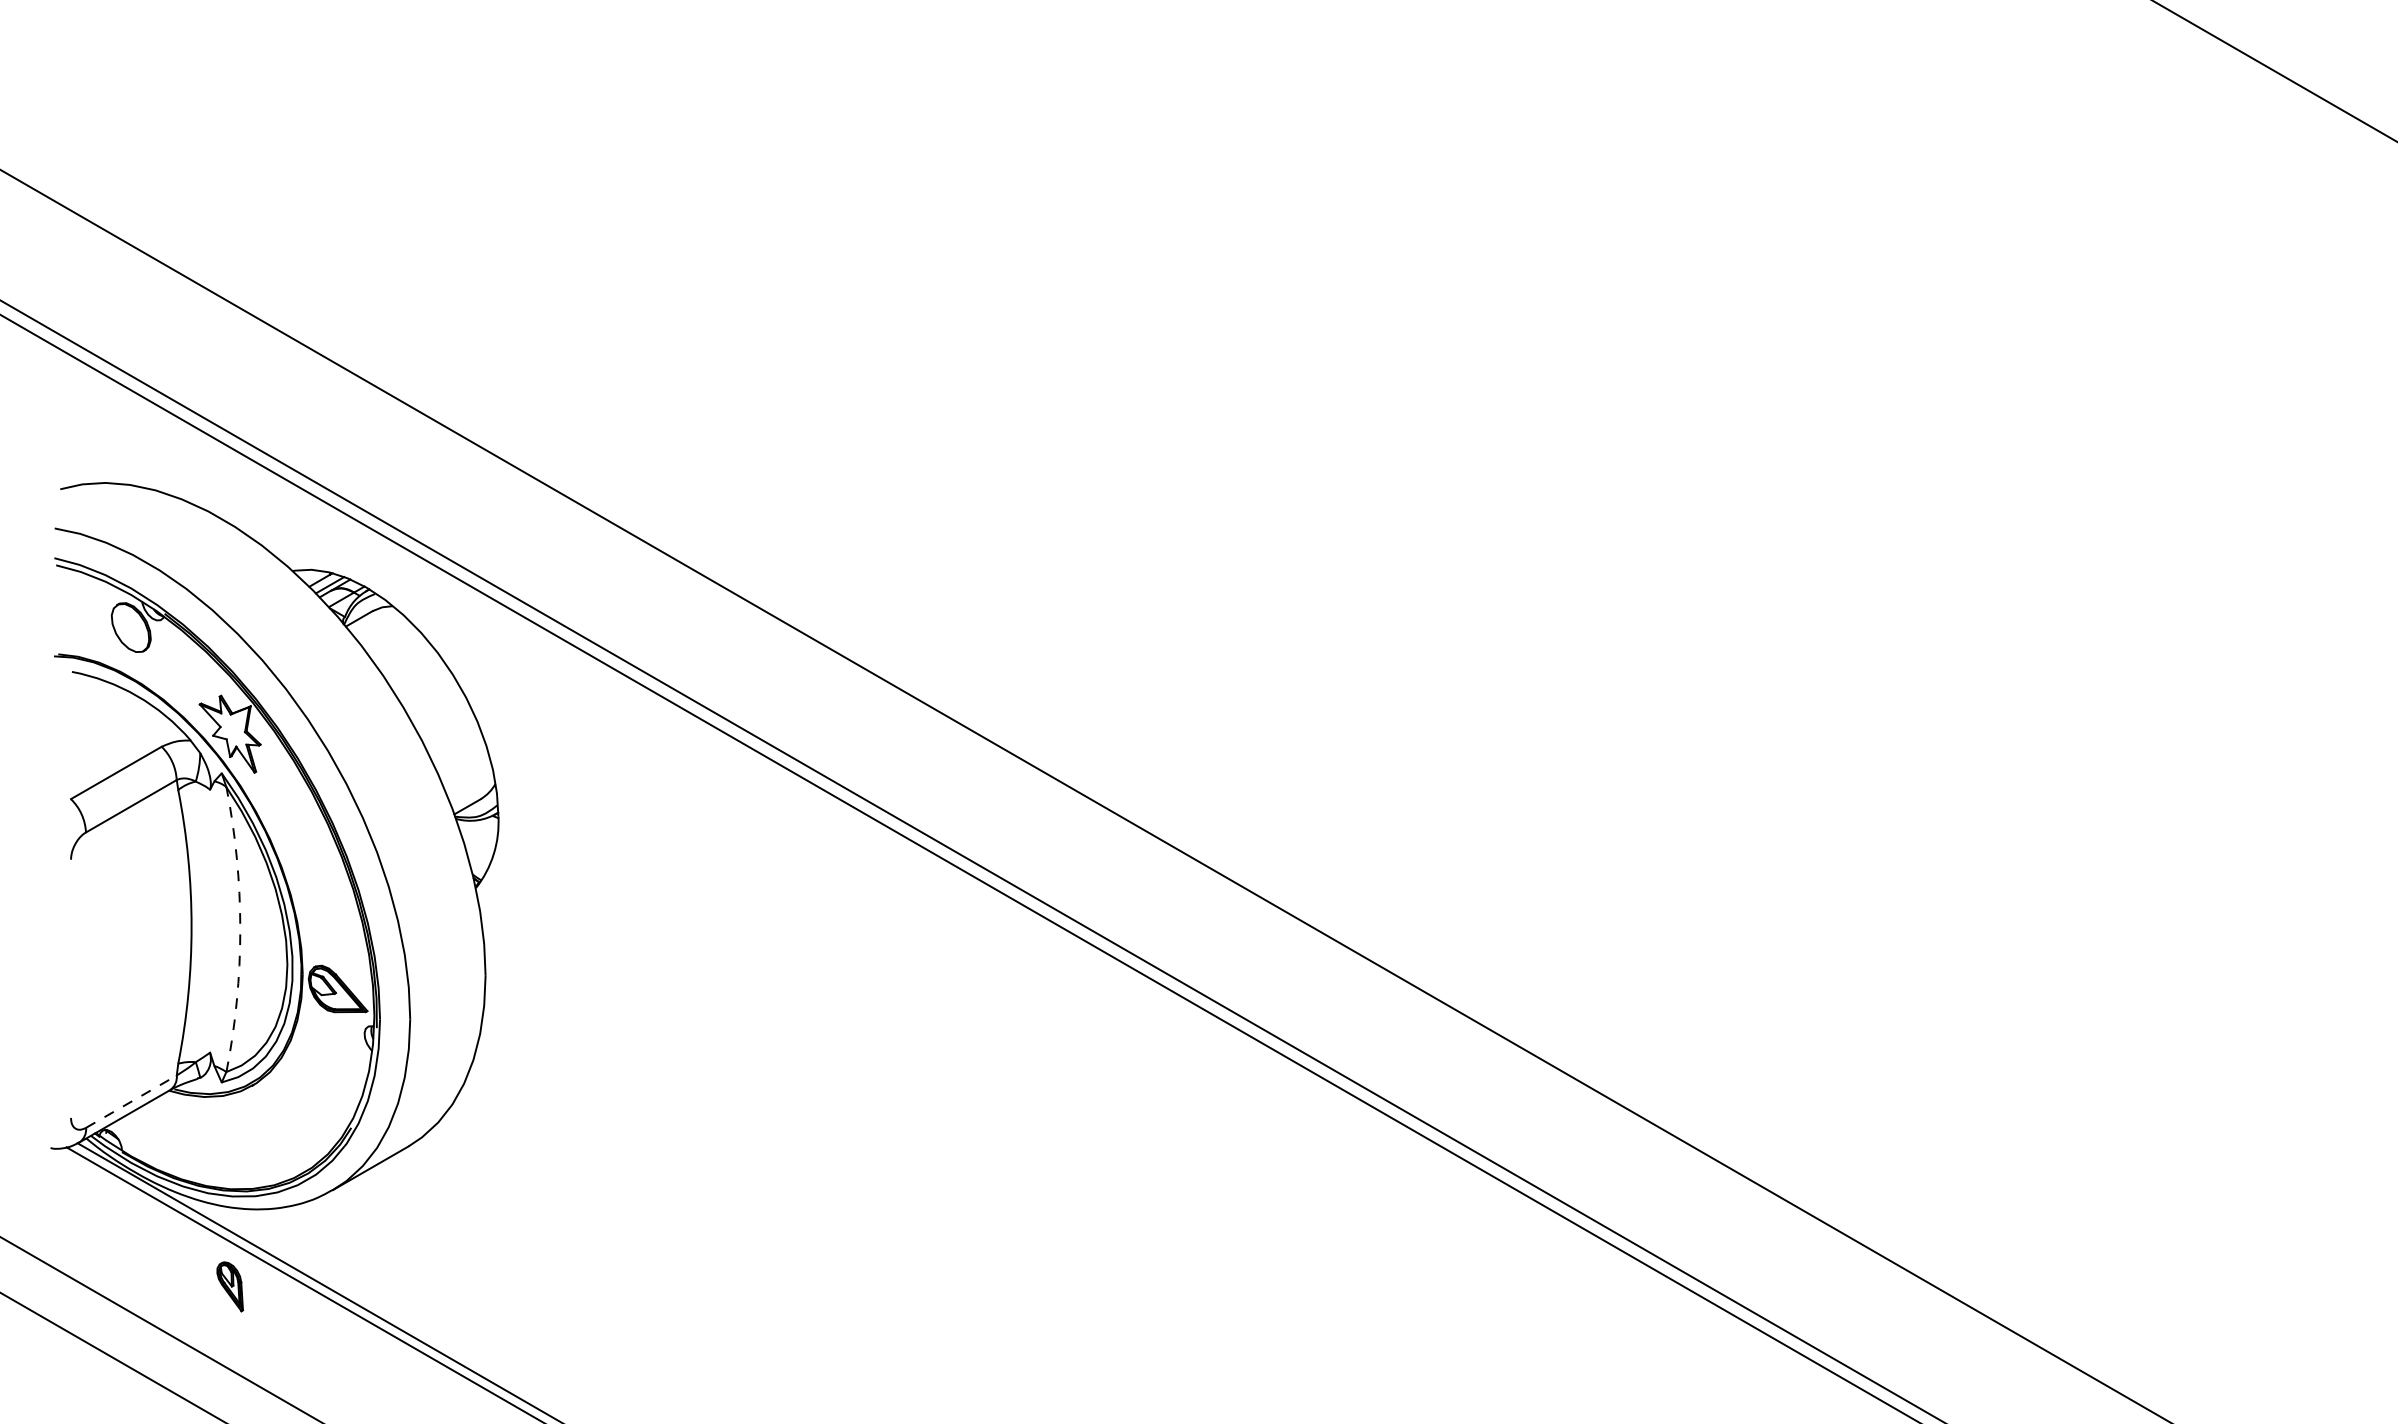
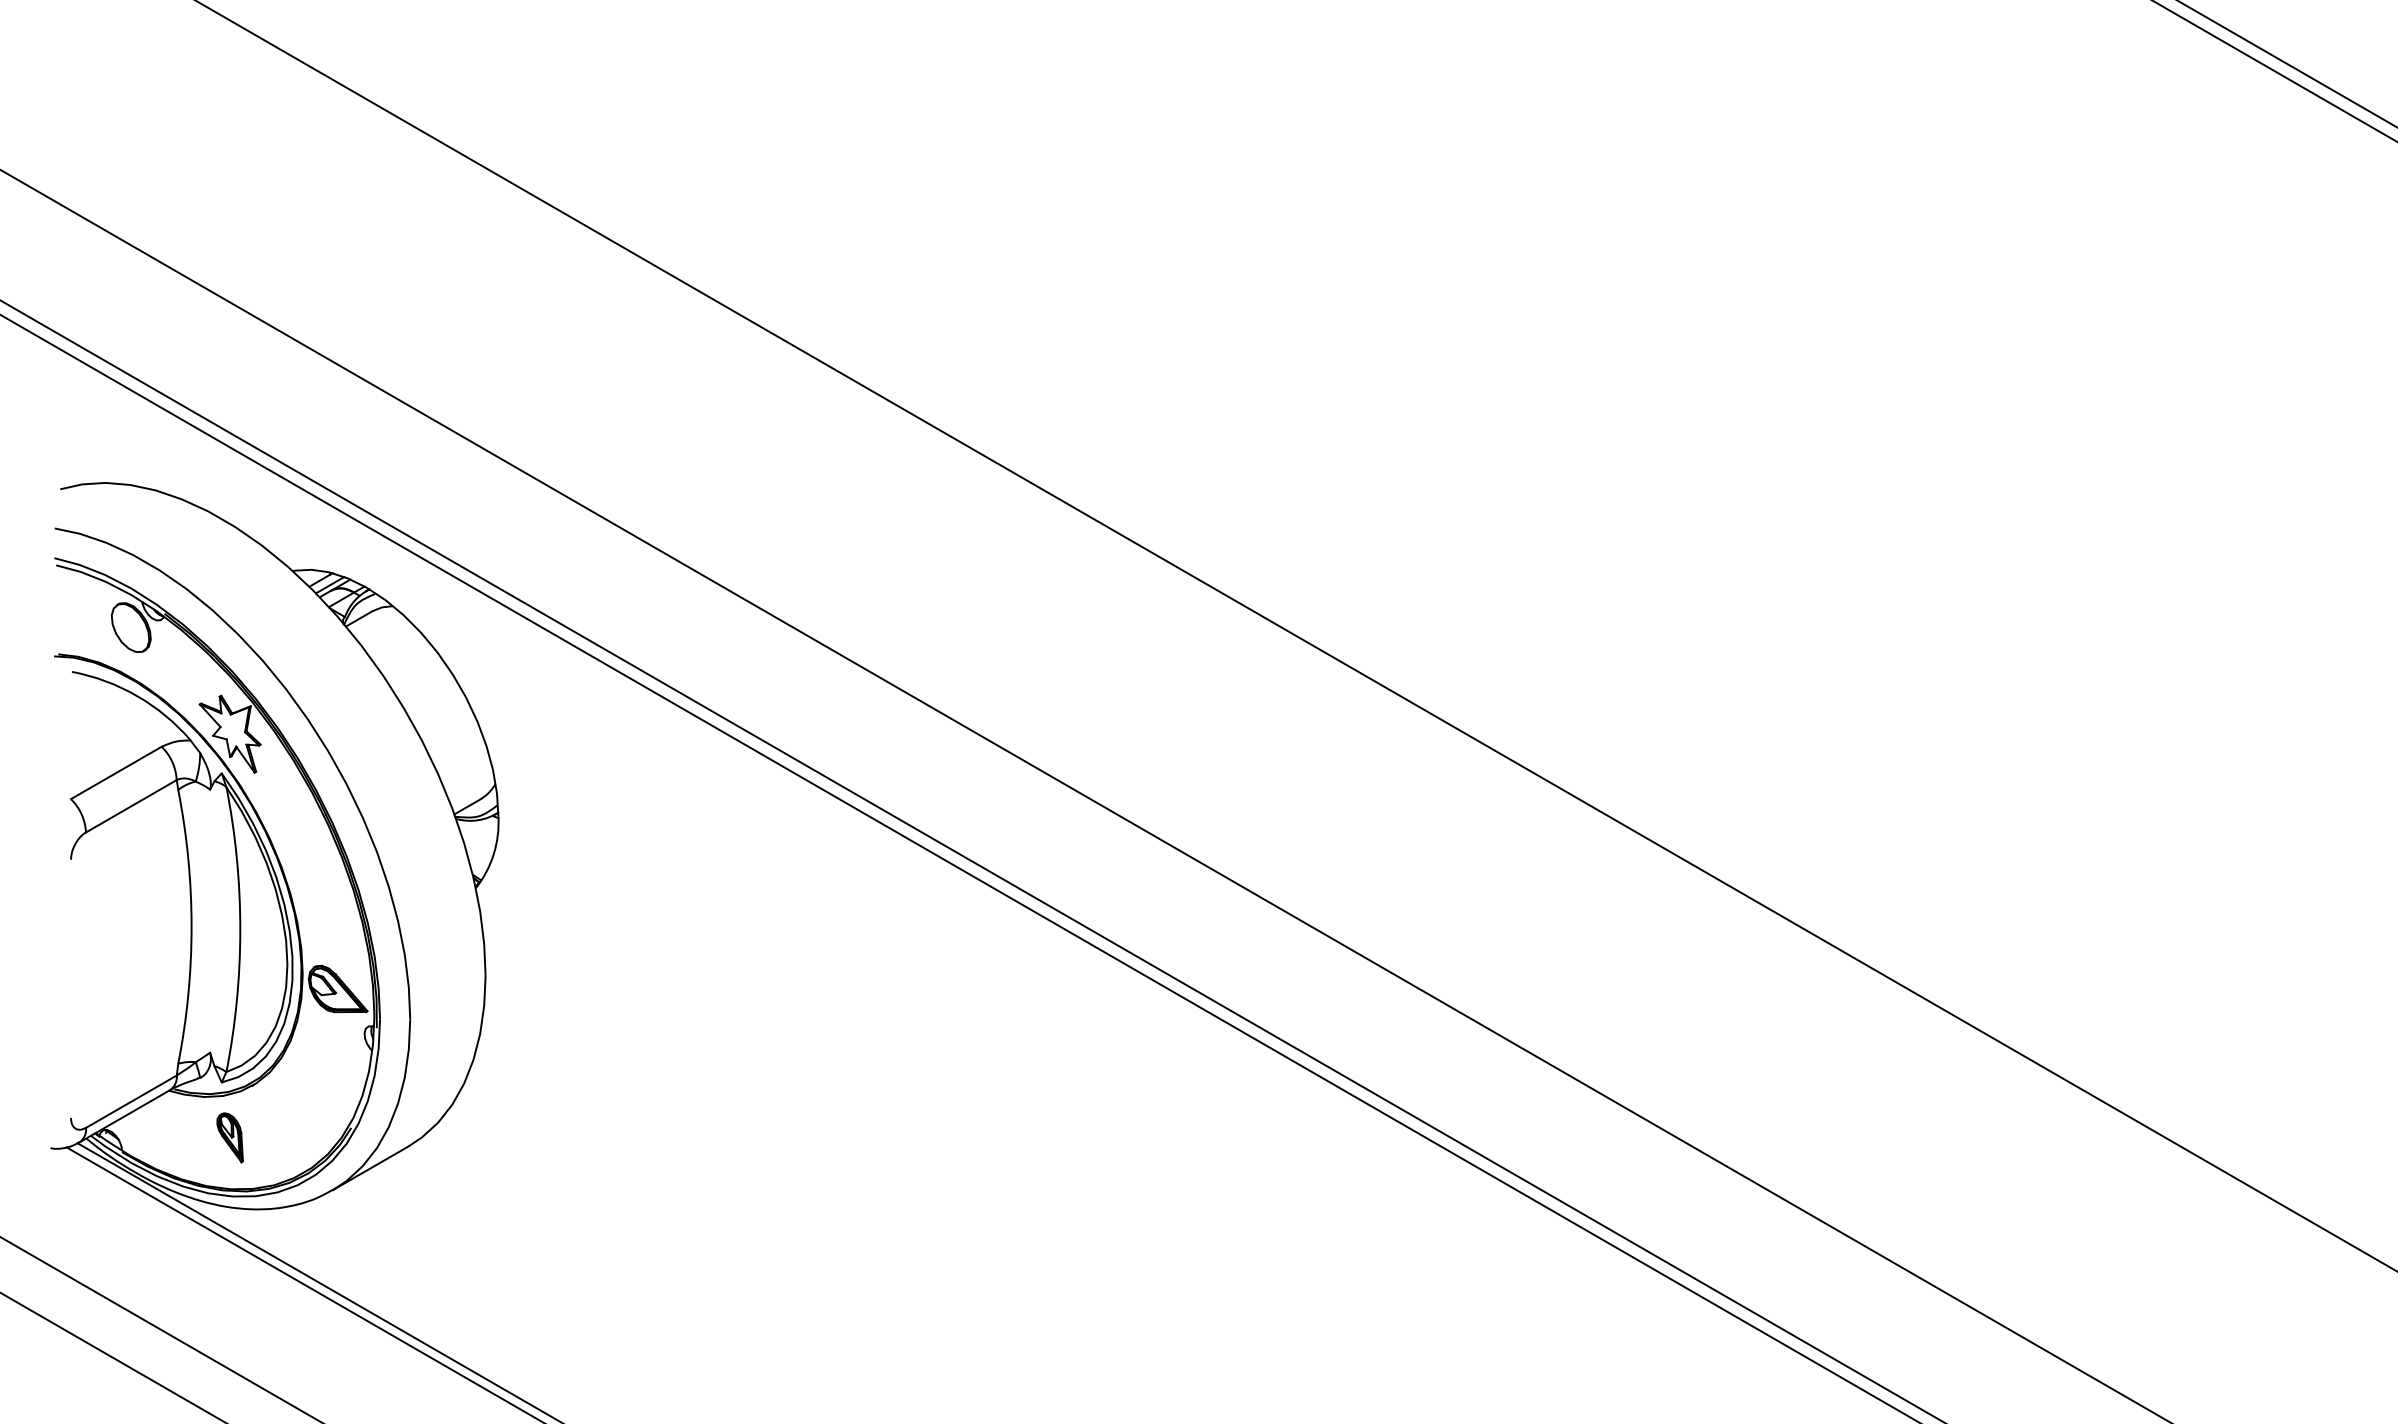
line at (2287, 63): none -> present
line at (1296, 636): none -> present
arc at (240, 929): dashed -> solid
line at (131, 1101): dashed -> solid
part at (229, 1286) position: (229, 1286) -> (229, 1137)
